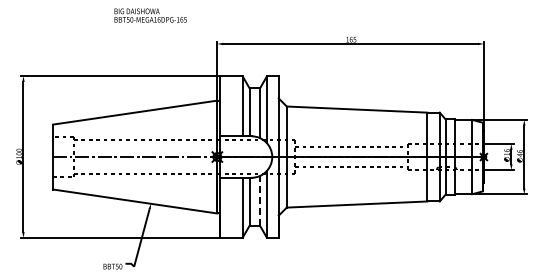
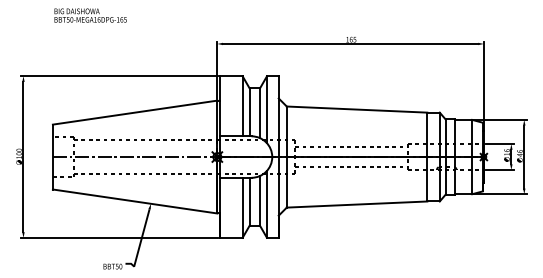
text at (150, 15) position: (150, 15) -> (90, 15)
line at (260, 200): dashed -> solid
